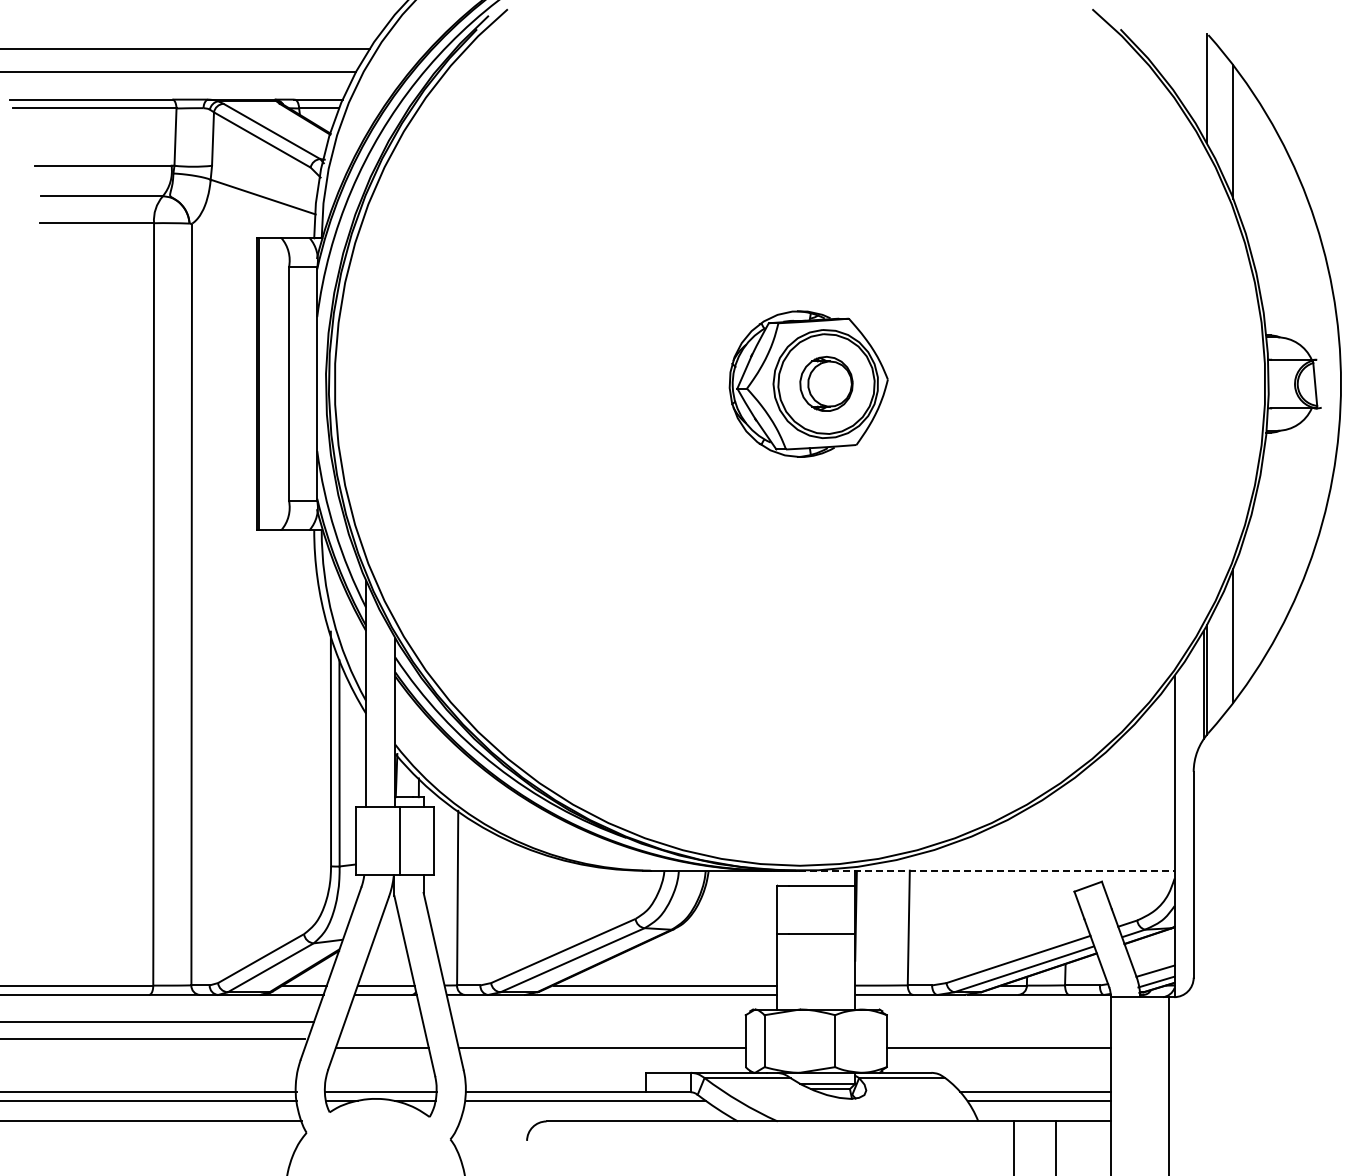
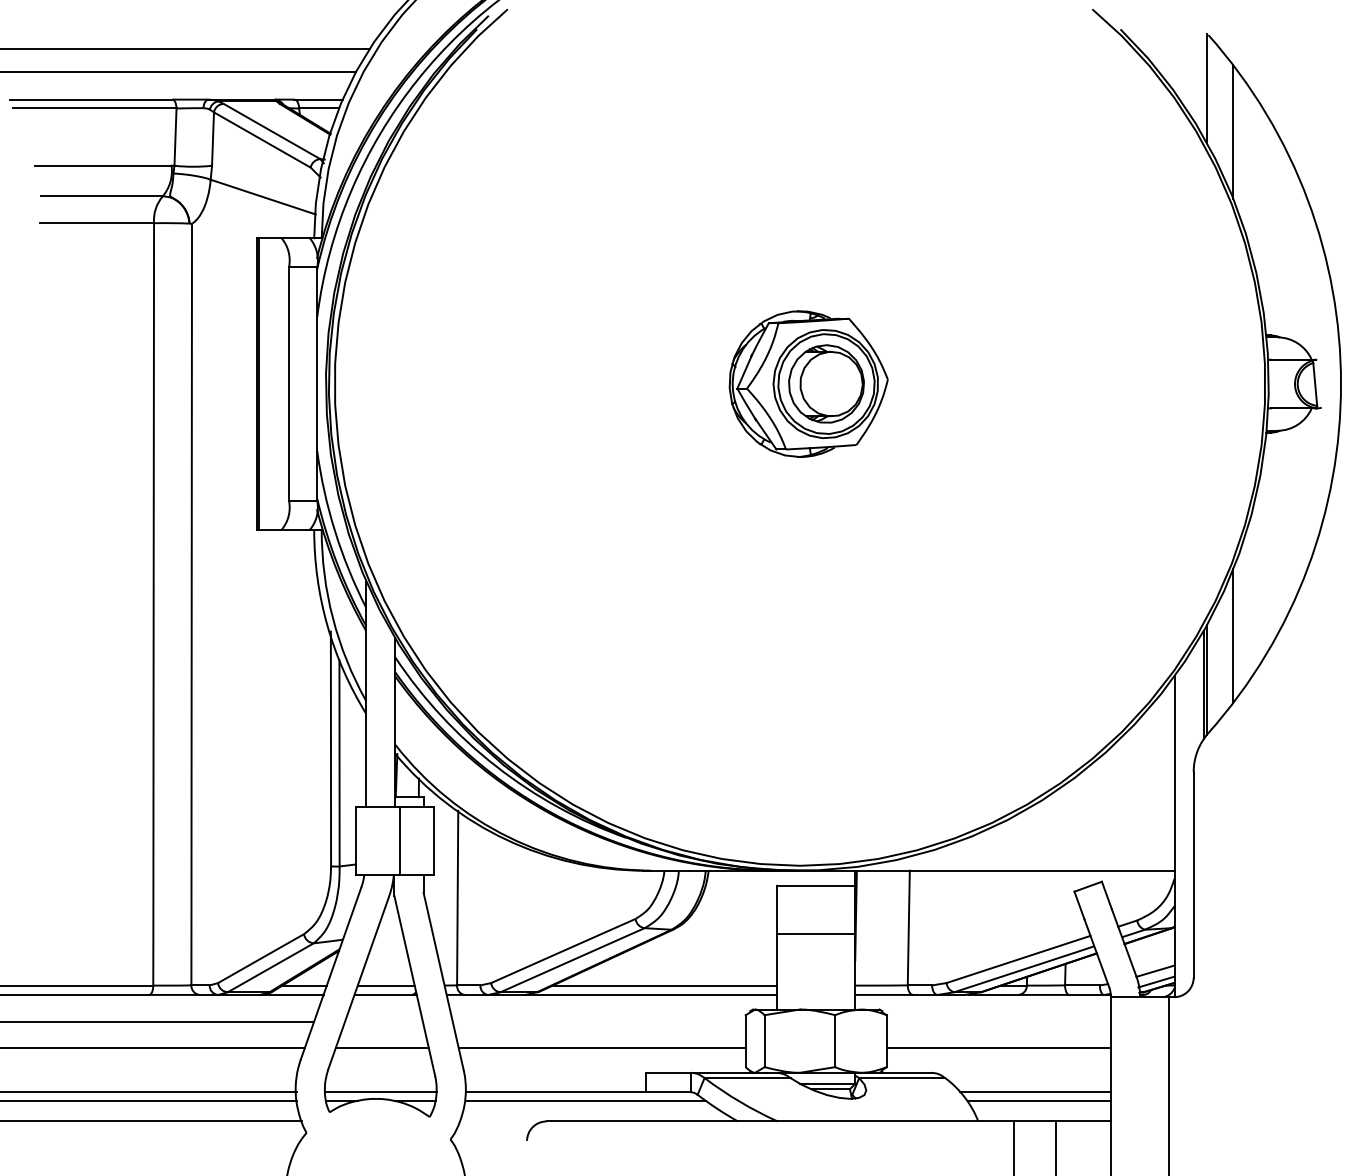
part at (826, 383) size: 55x56 px -> 77x80 px
line at (986, 870): dashed -> solid
line at (153, 1038) position: (153, 1038) -> (153, 1047)
